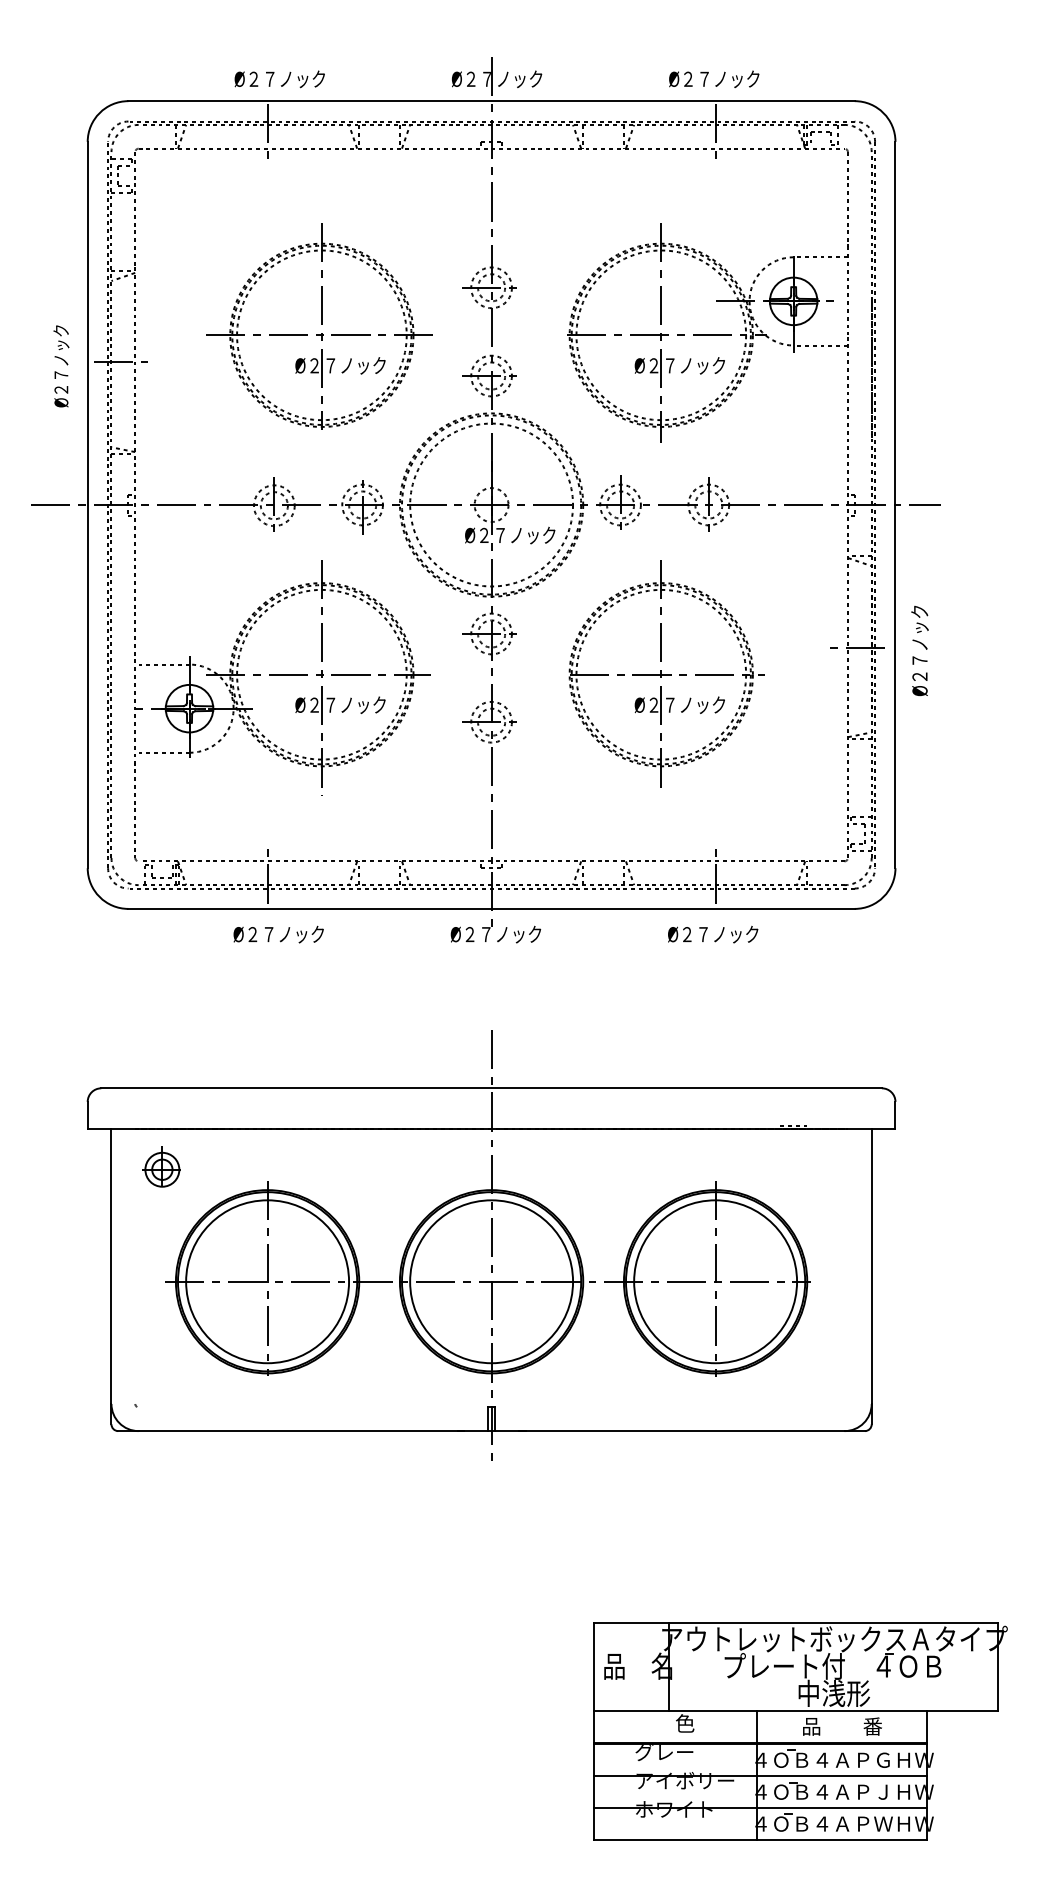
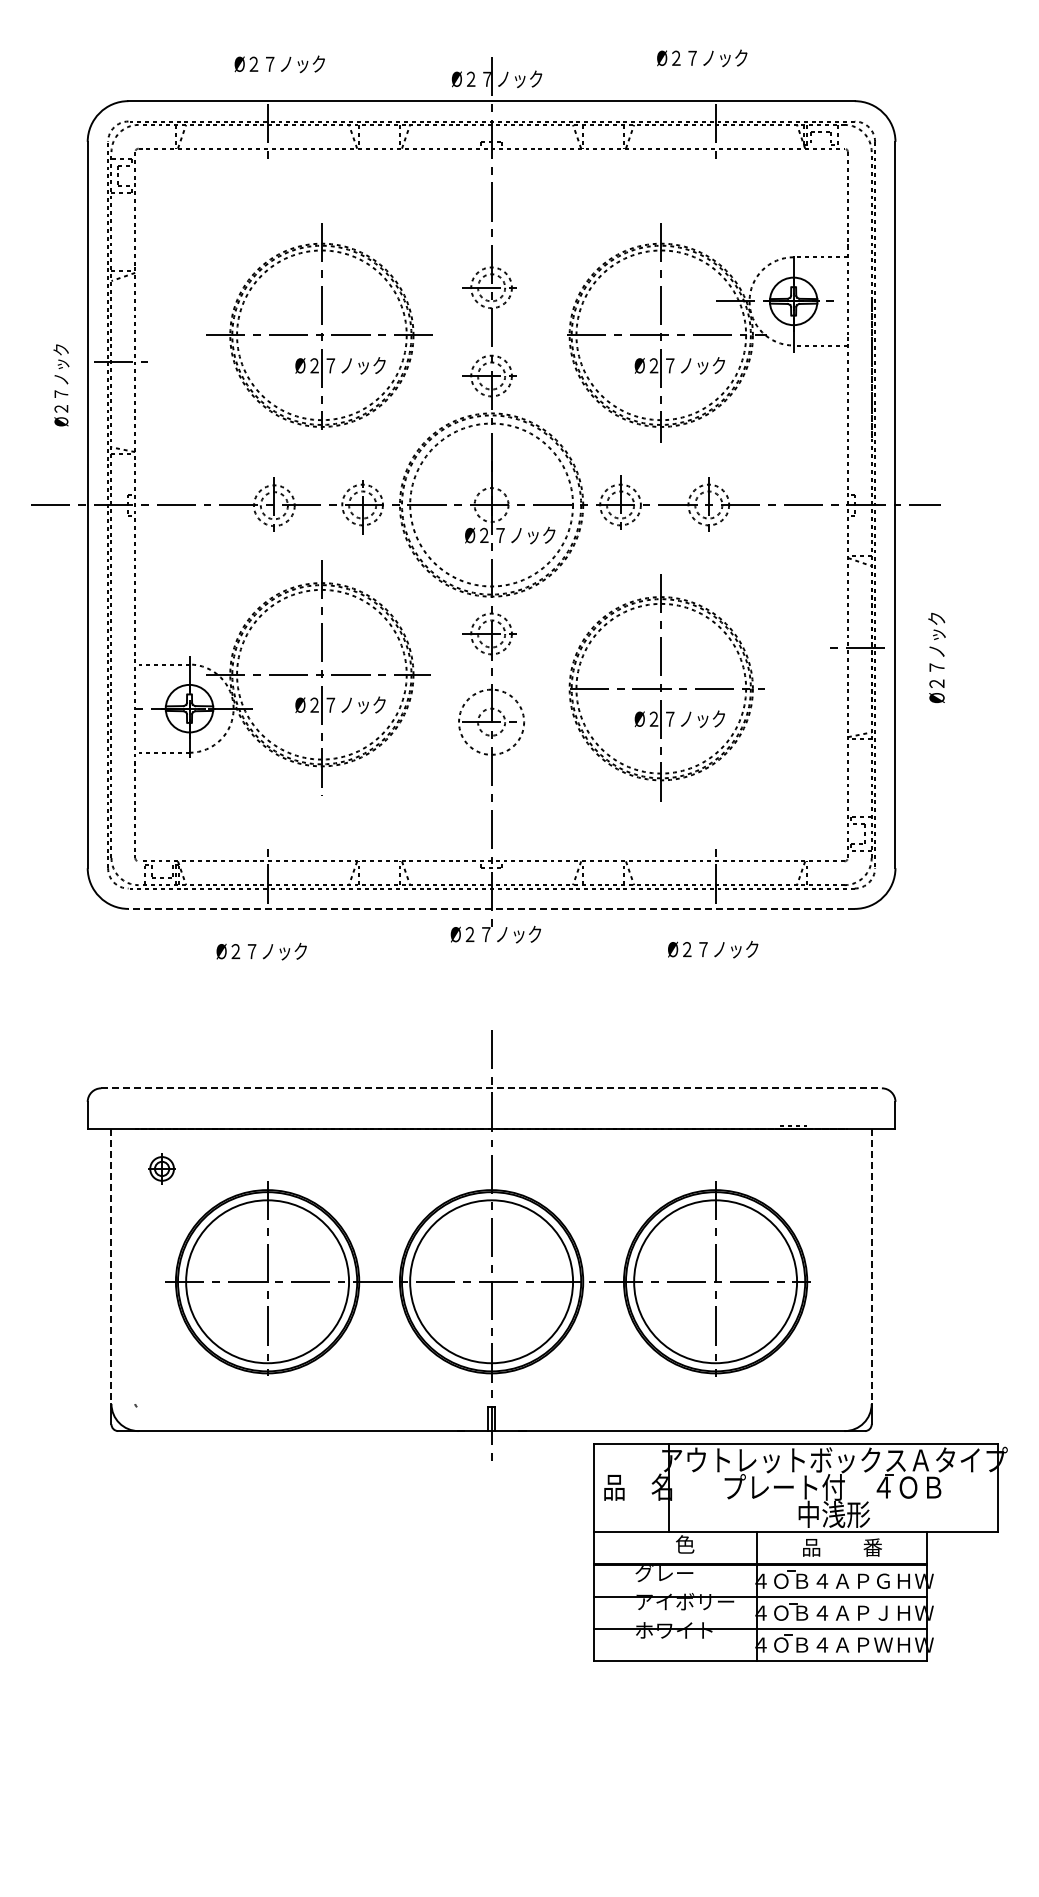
text at (714, 78) position: (714, 78) -> (702, 57)
text at (279, 79) position: (279, 79) -> (279, 64)
text at (61, 366) position: (61, 366) -> (61, 385)
text at (919, 651) position: (919, 651) -> (936, 658)
part at (666, 673) position: (666, 673) -> (666, 687)
circle at (491, 721) diameter: 41 px -> 65 px
line at (491, 908): solid -> dashed
text at (278, 934) position: (278, 934) -> (261, 951)
text at (713, 934) position: (713, 934) -> (713, 949)
line at (492, 1088): solid -> dashed
part at (161, 1166) size: 39x42 px -> 28x32 px
line at (111, 1267): solid -> dashed
line at (871, 1267): solid -> dashed
part at (800, 1731) position: (800, 1731) -> (800, 1552)
